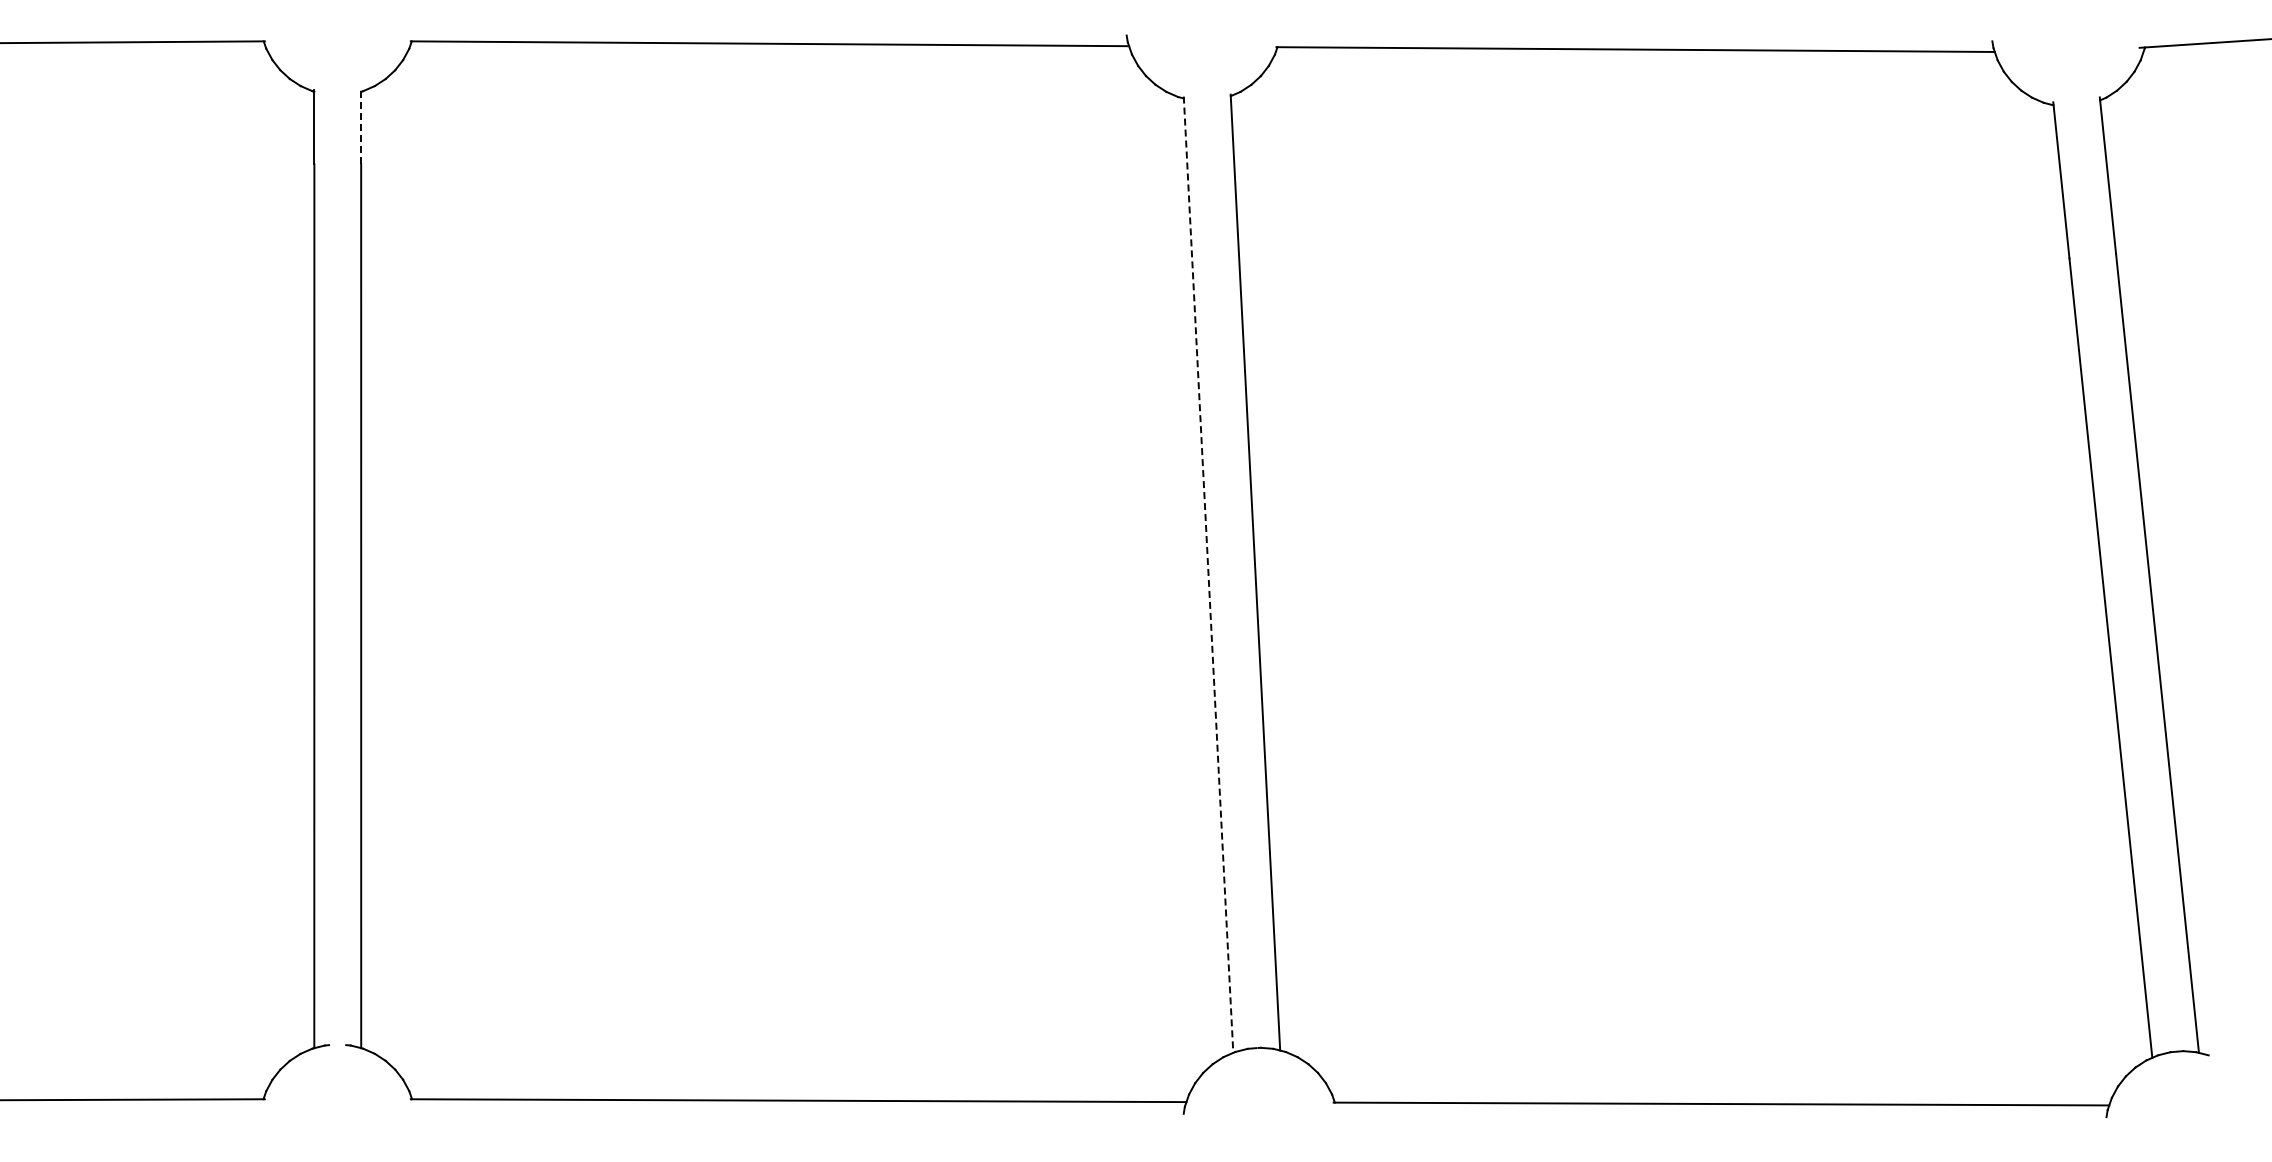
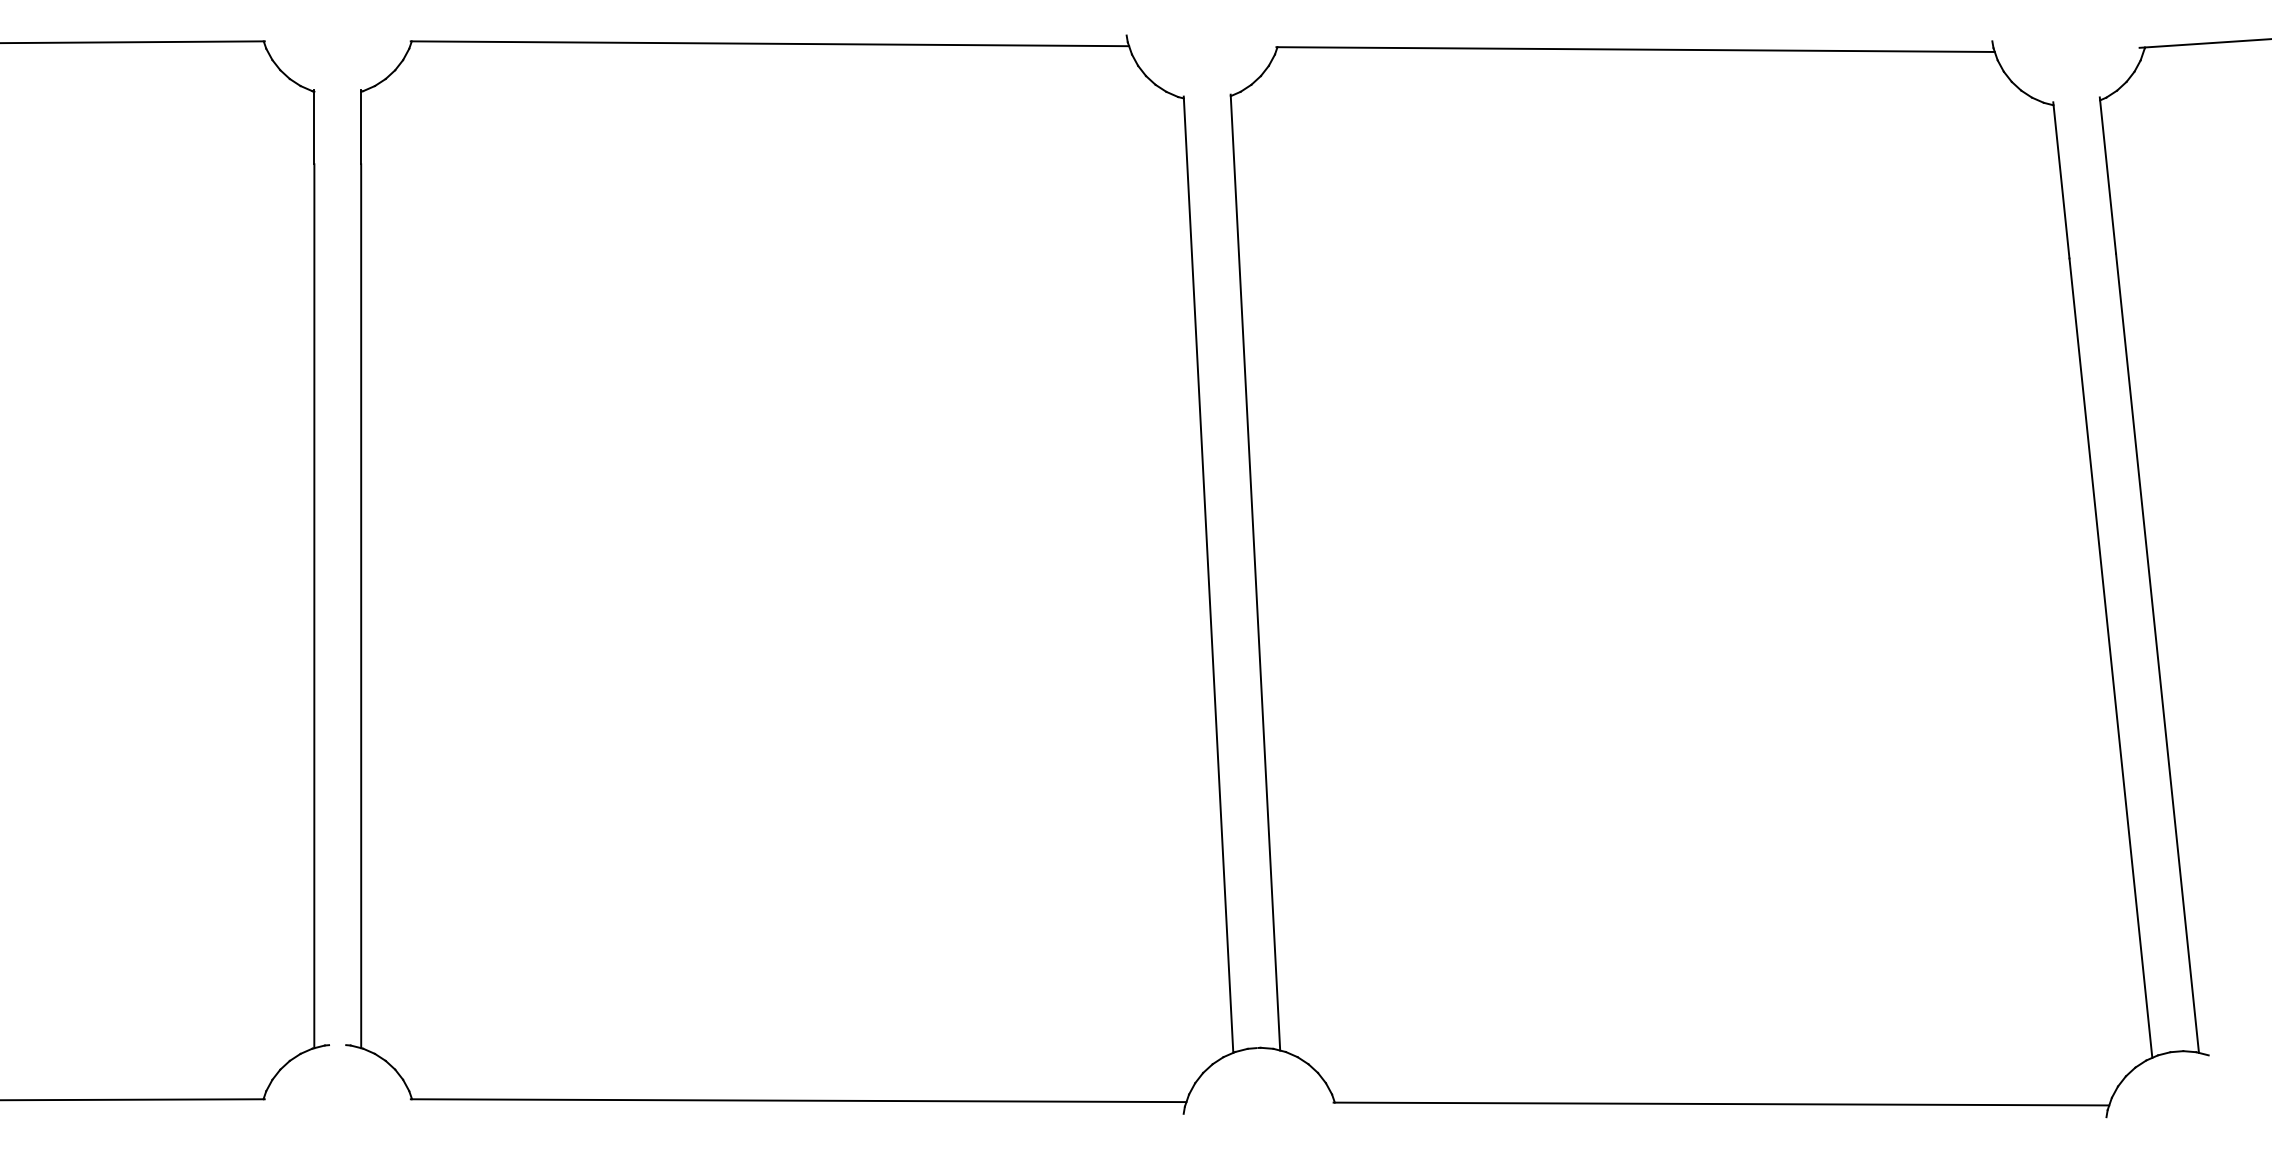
line at (361, 126): dashed -> solid
line at (1208, 574): dashed -> solid
